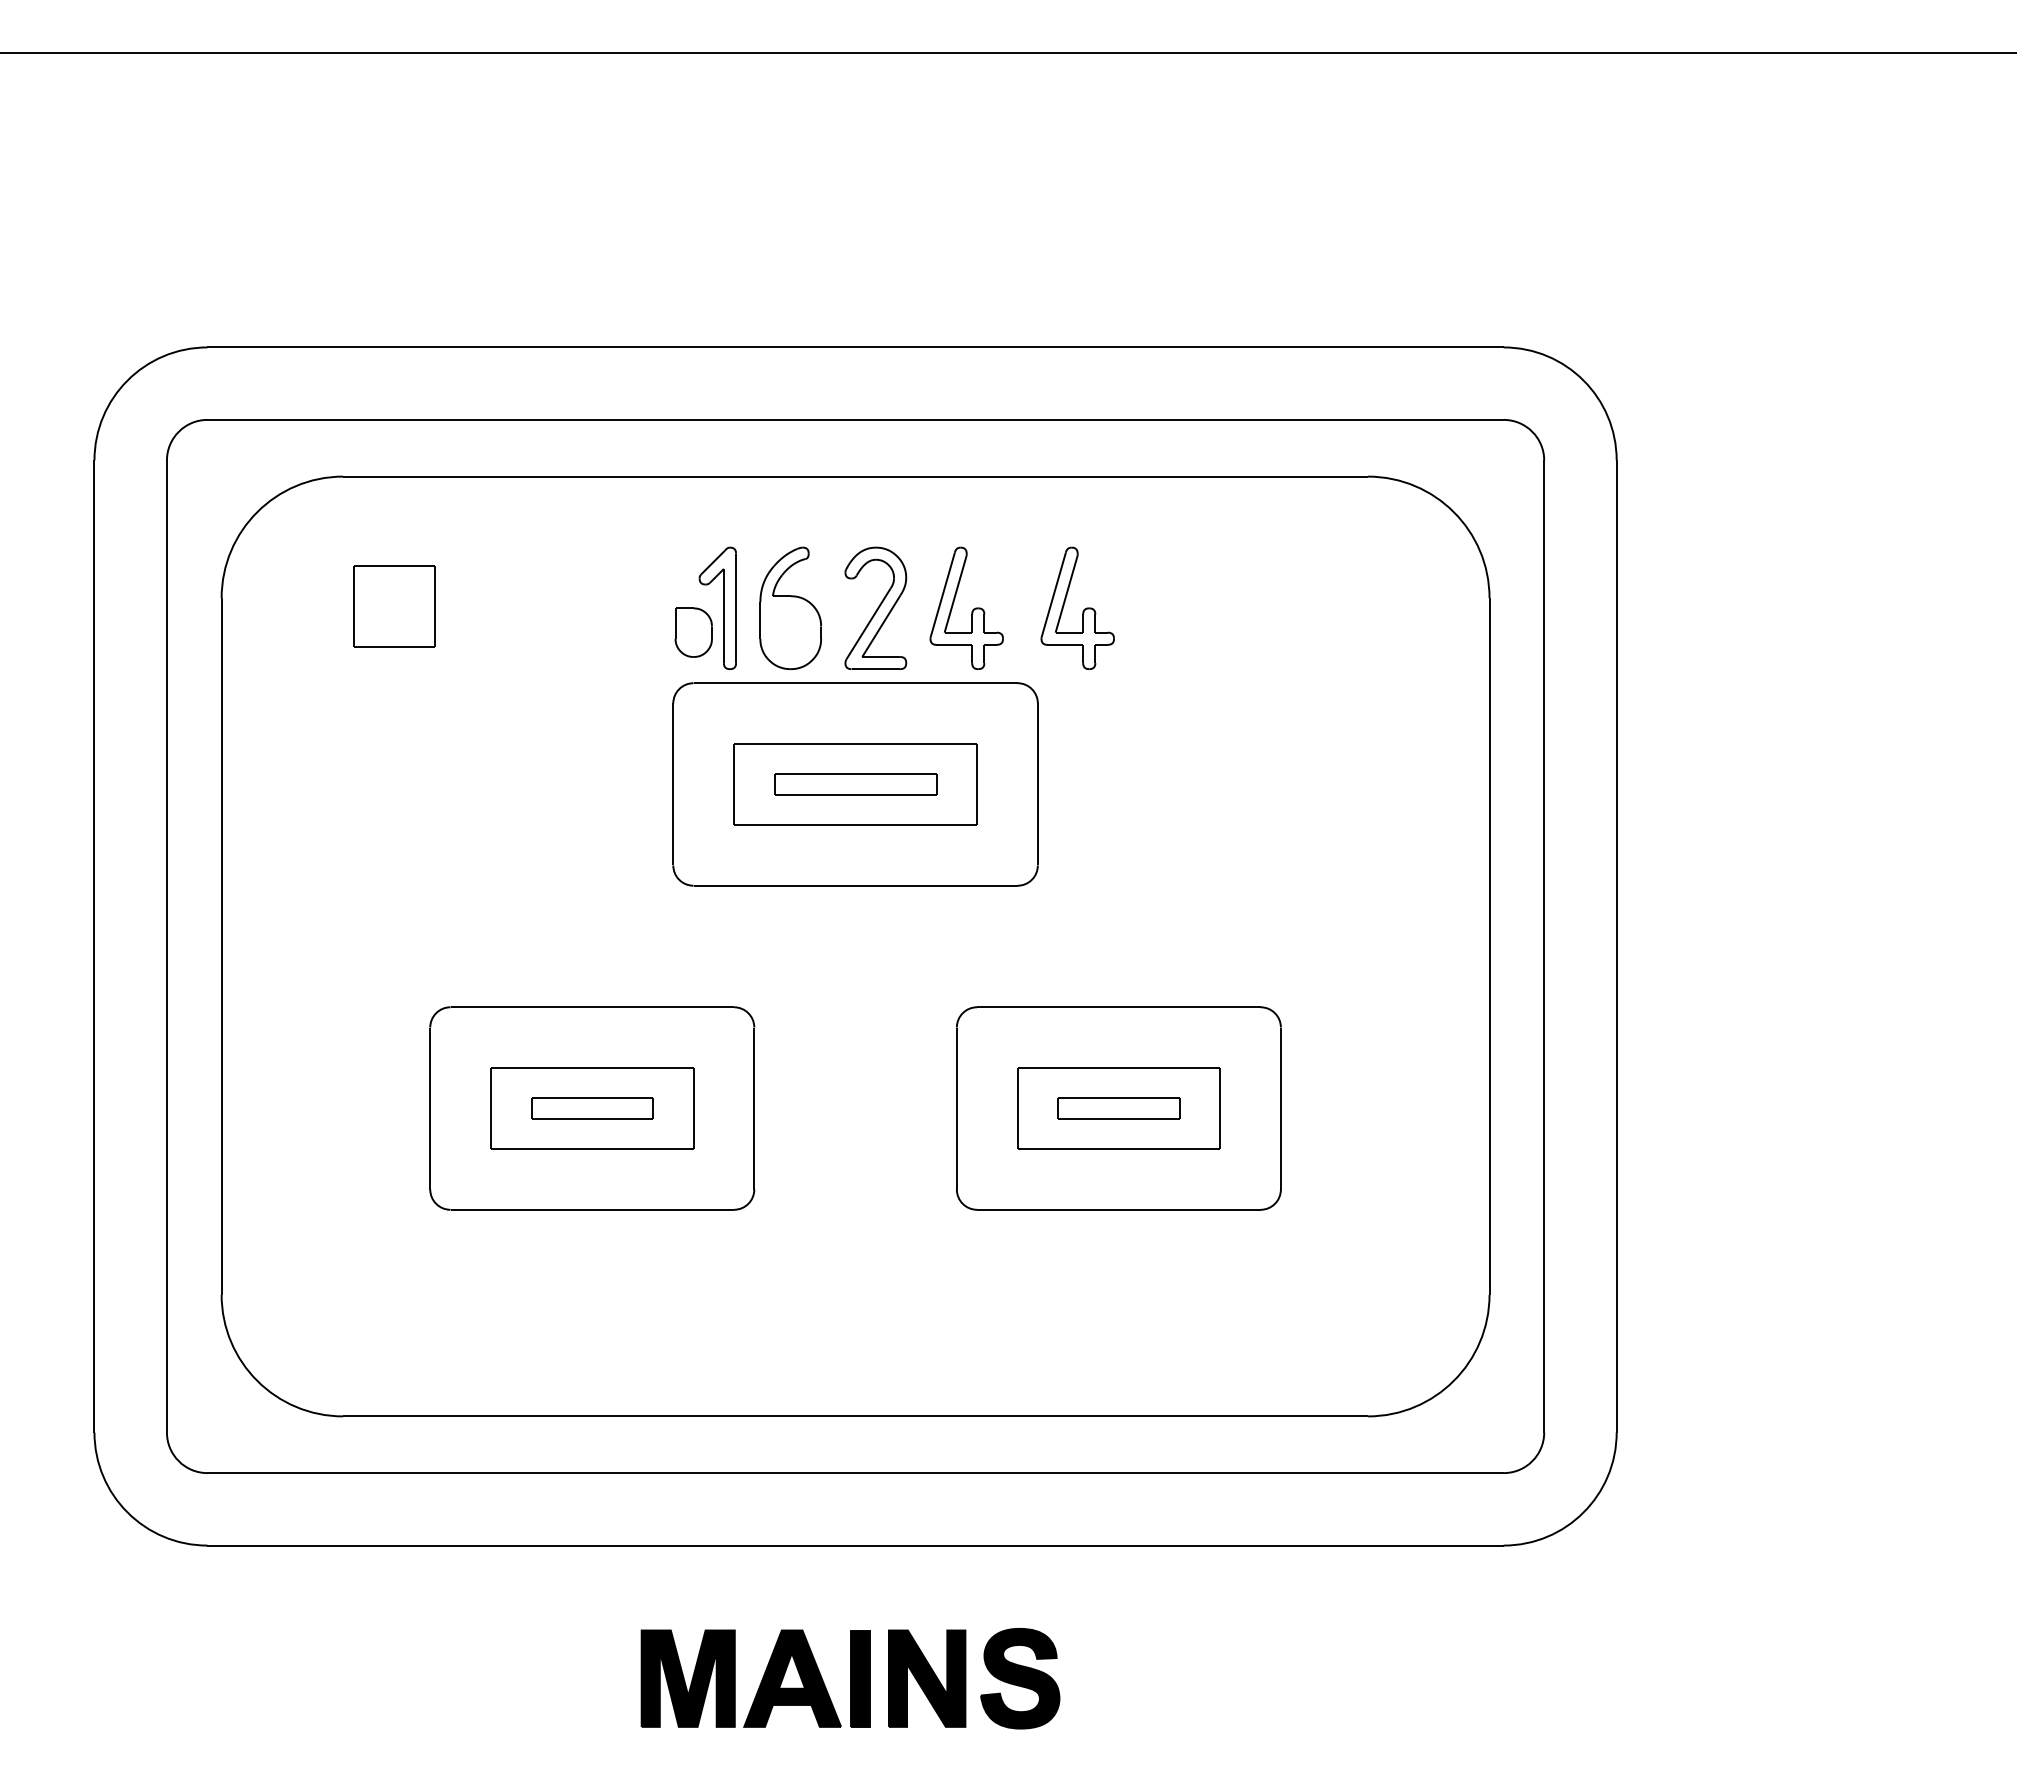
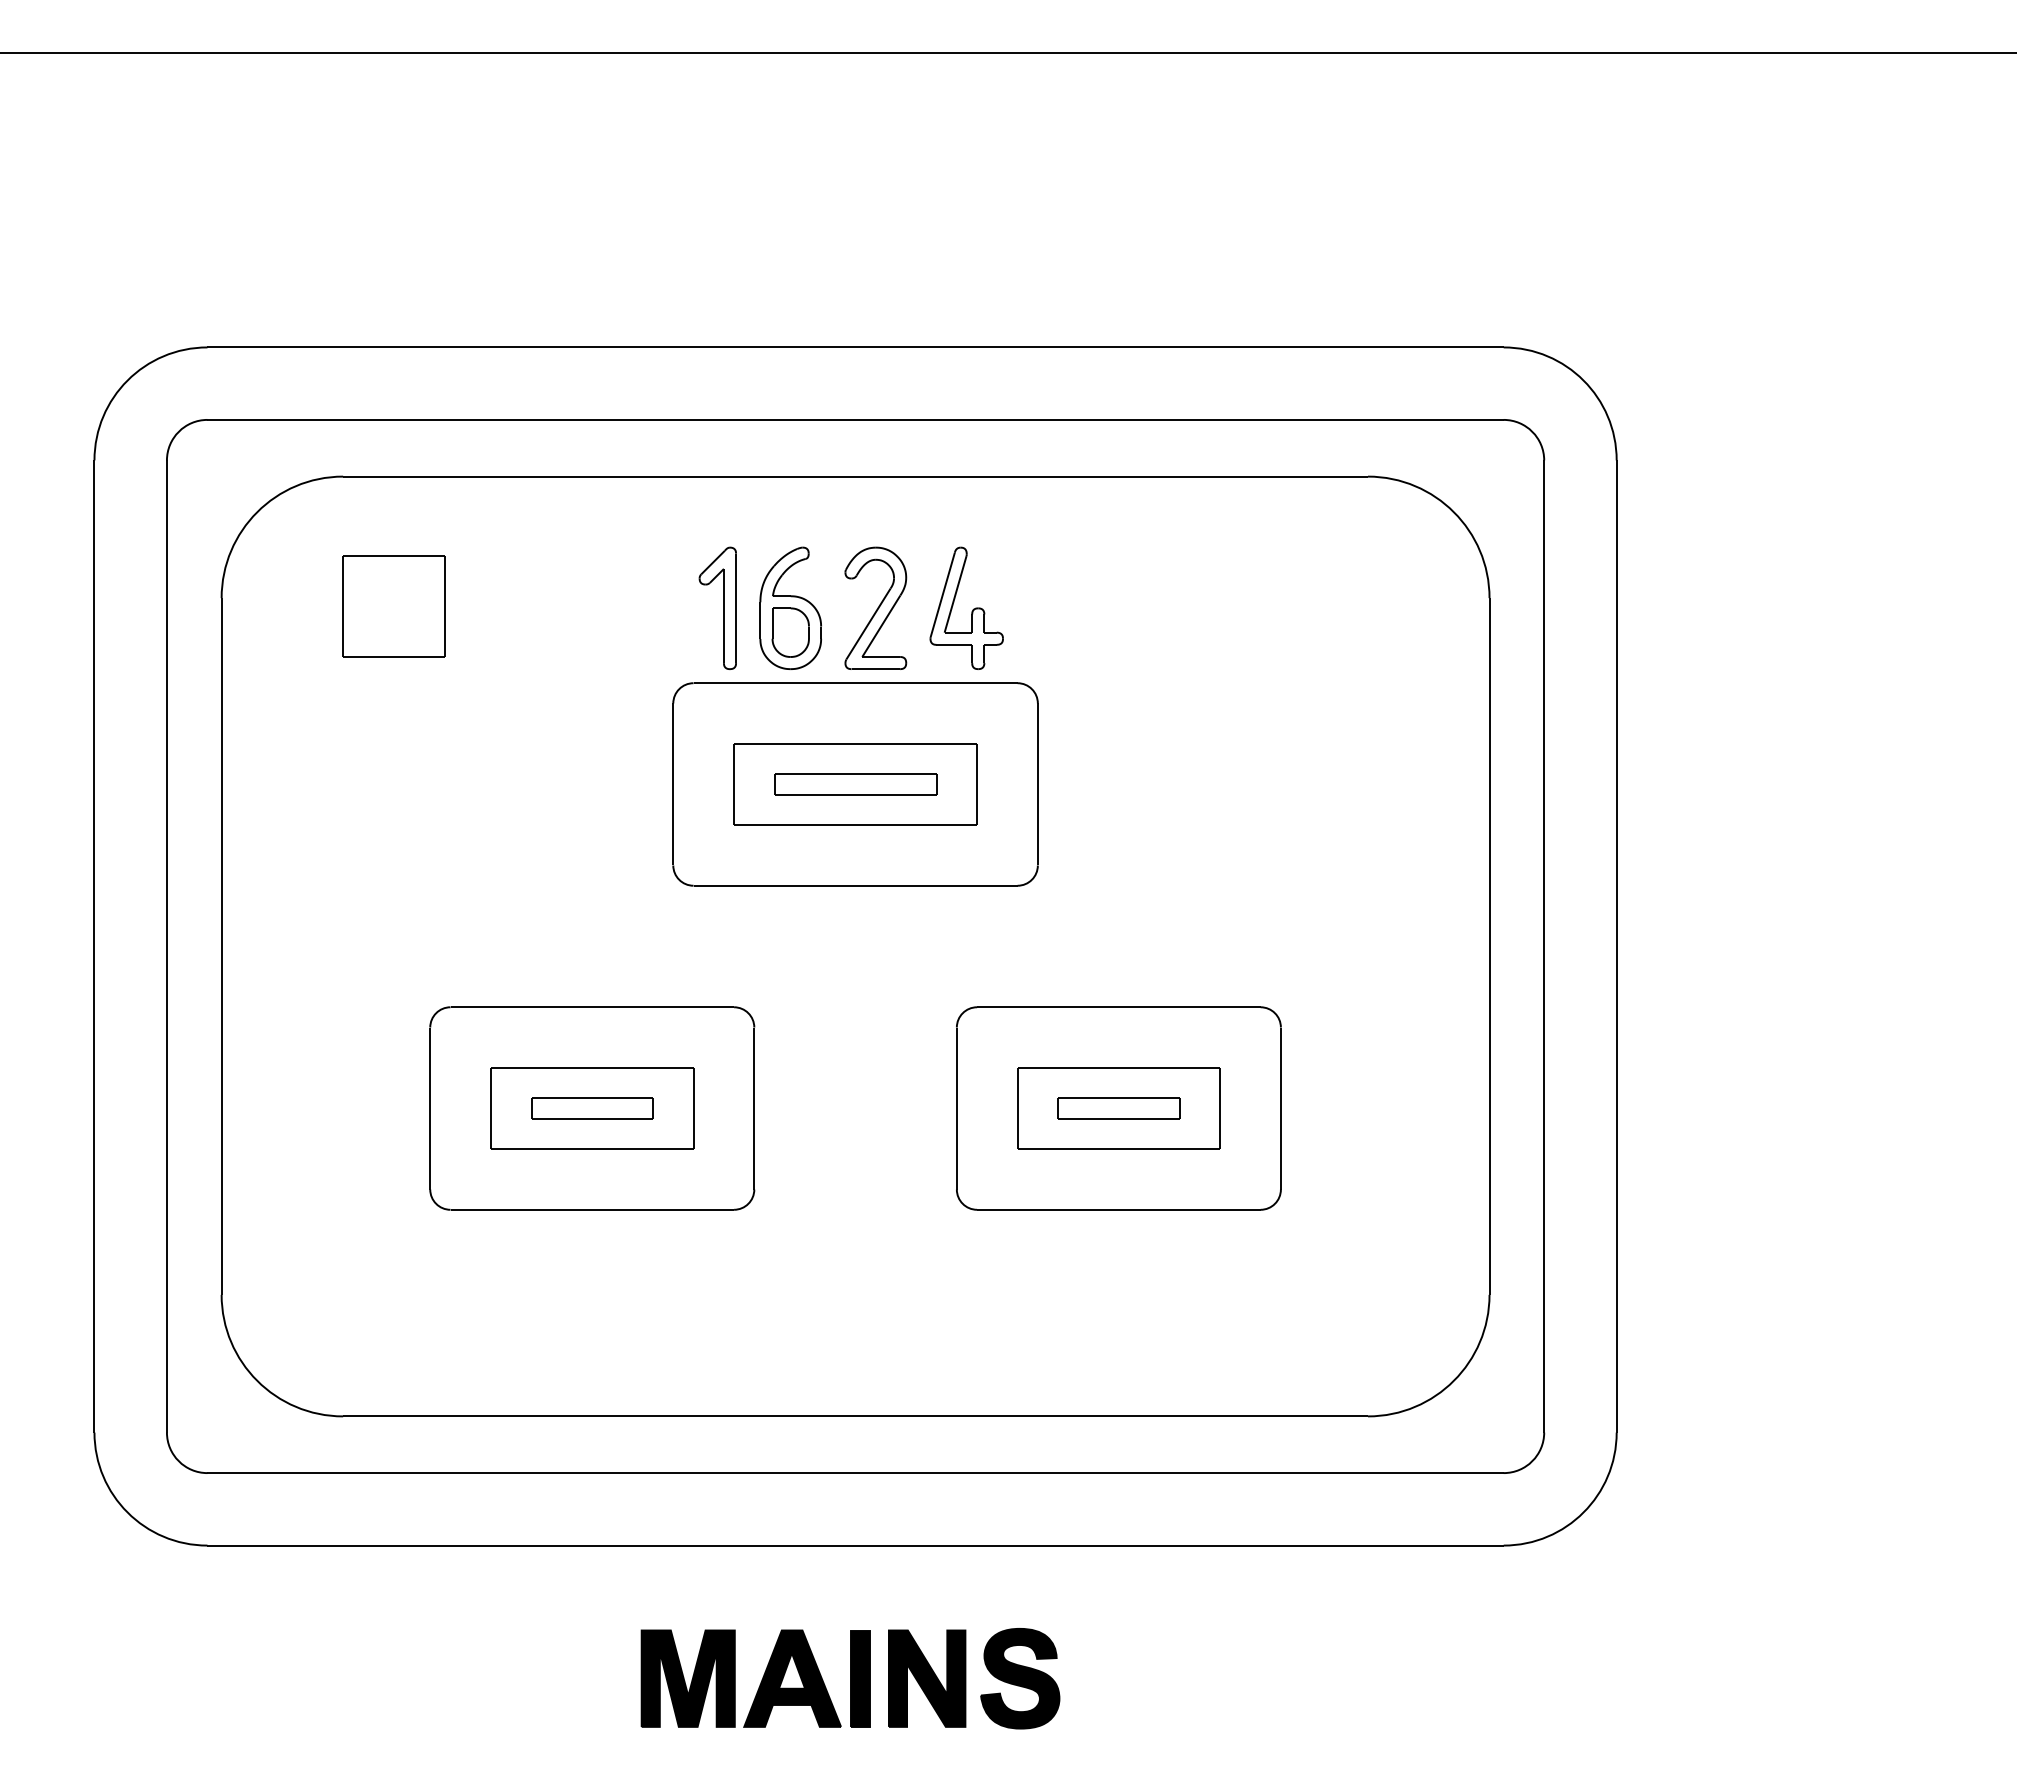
part at (394, 606) size: 83x83 px -> 104x103 px
part at (1083, 609): present -> none
part at (693, 632) position: (693, 632) -> (790, 632)
